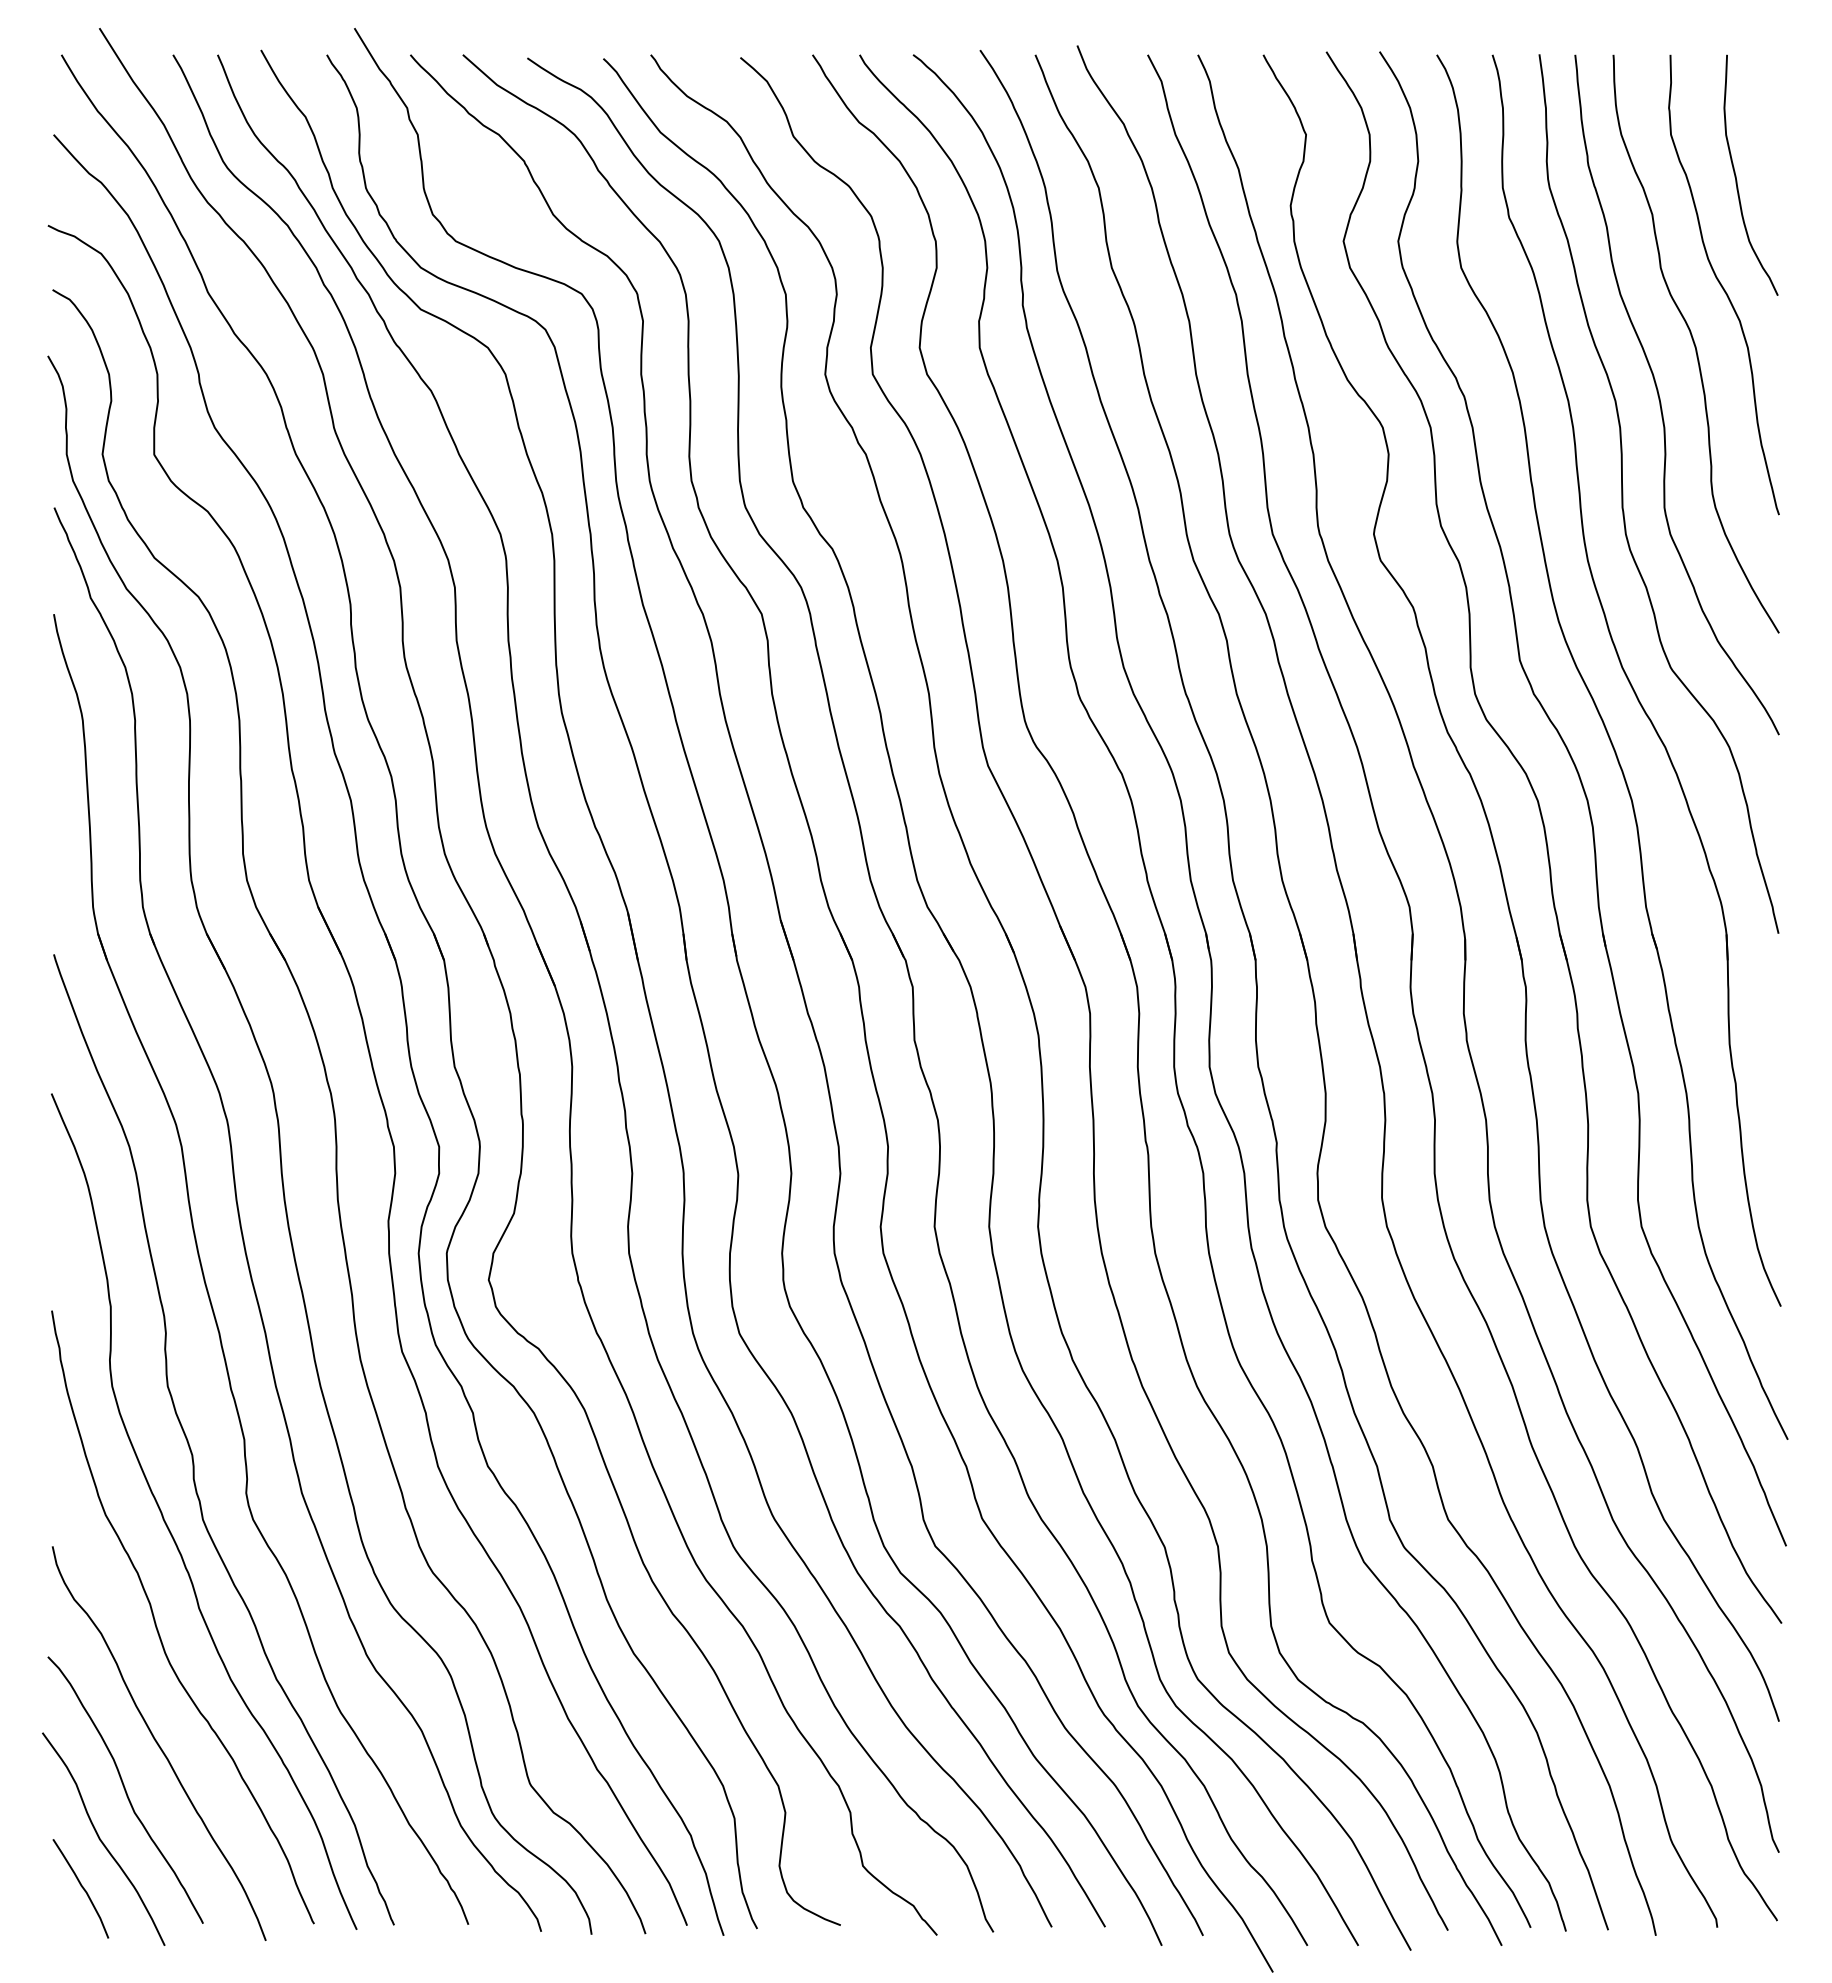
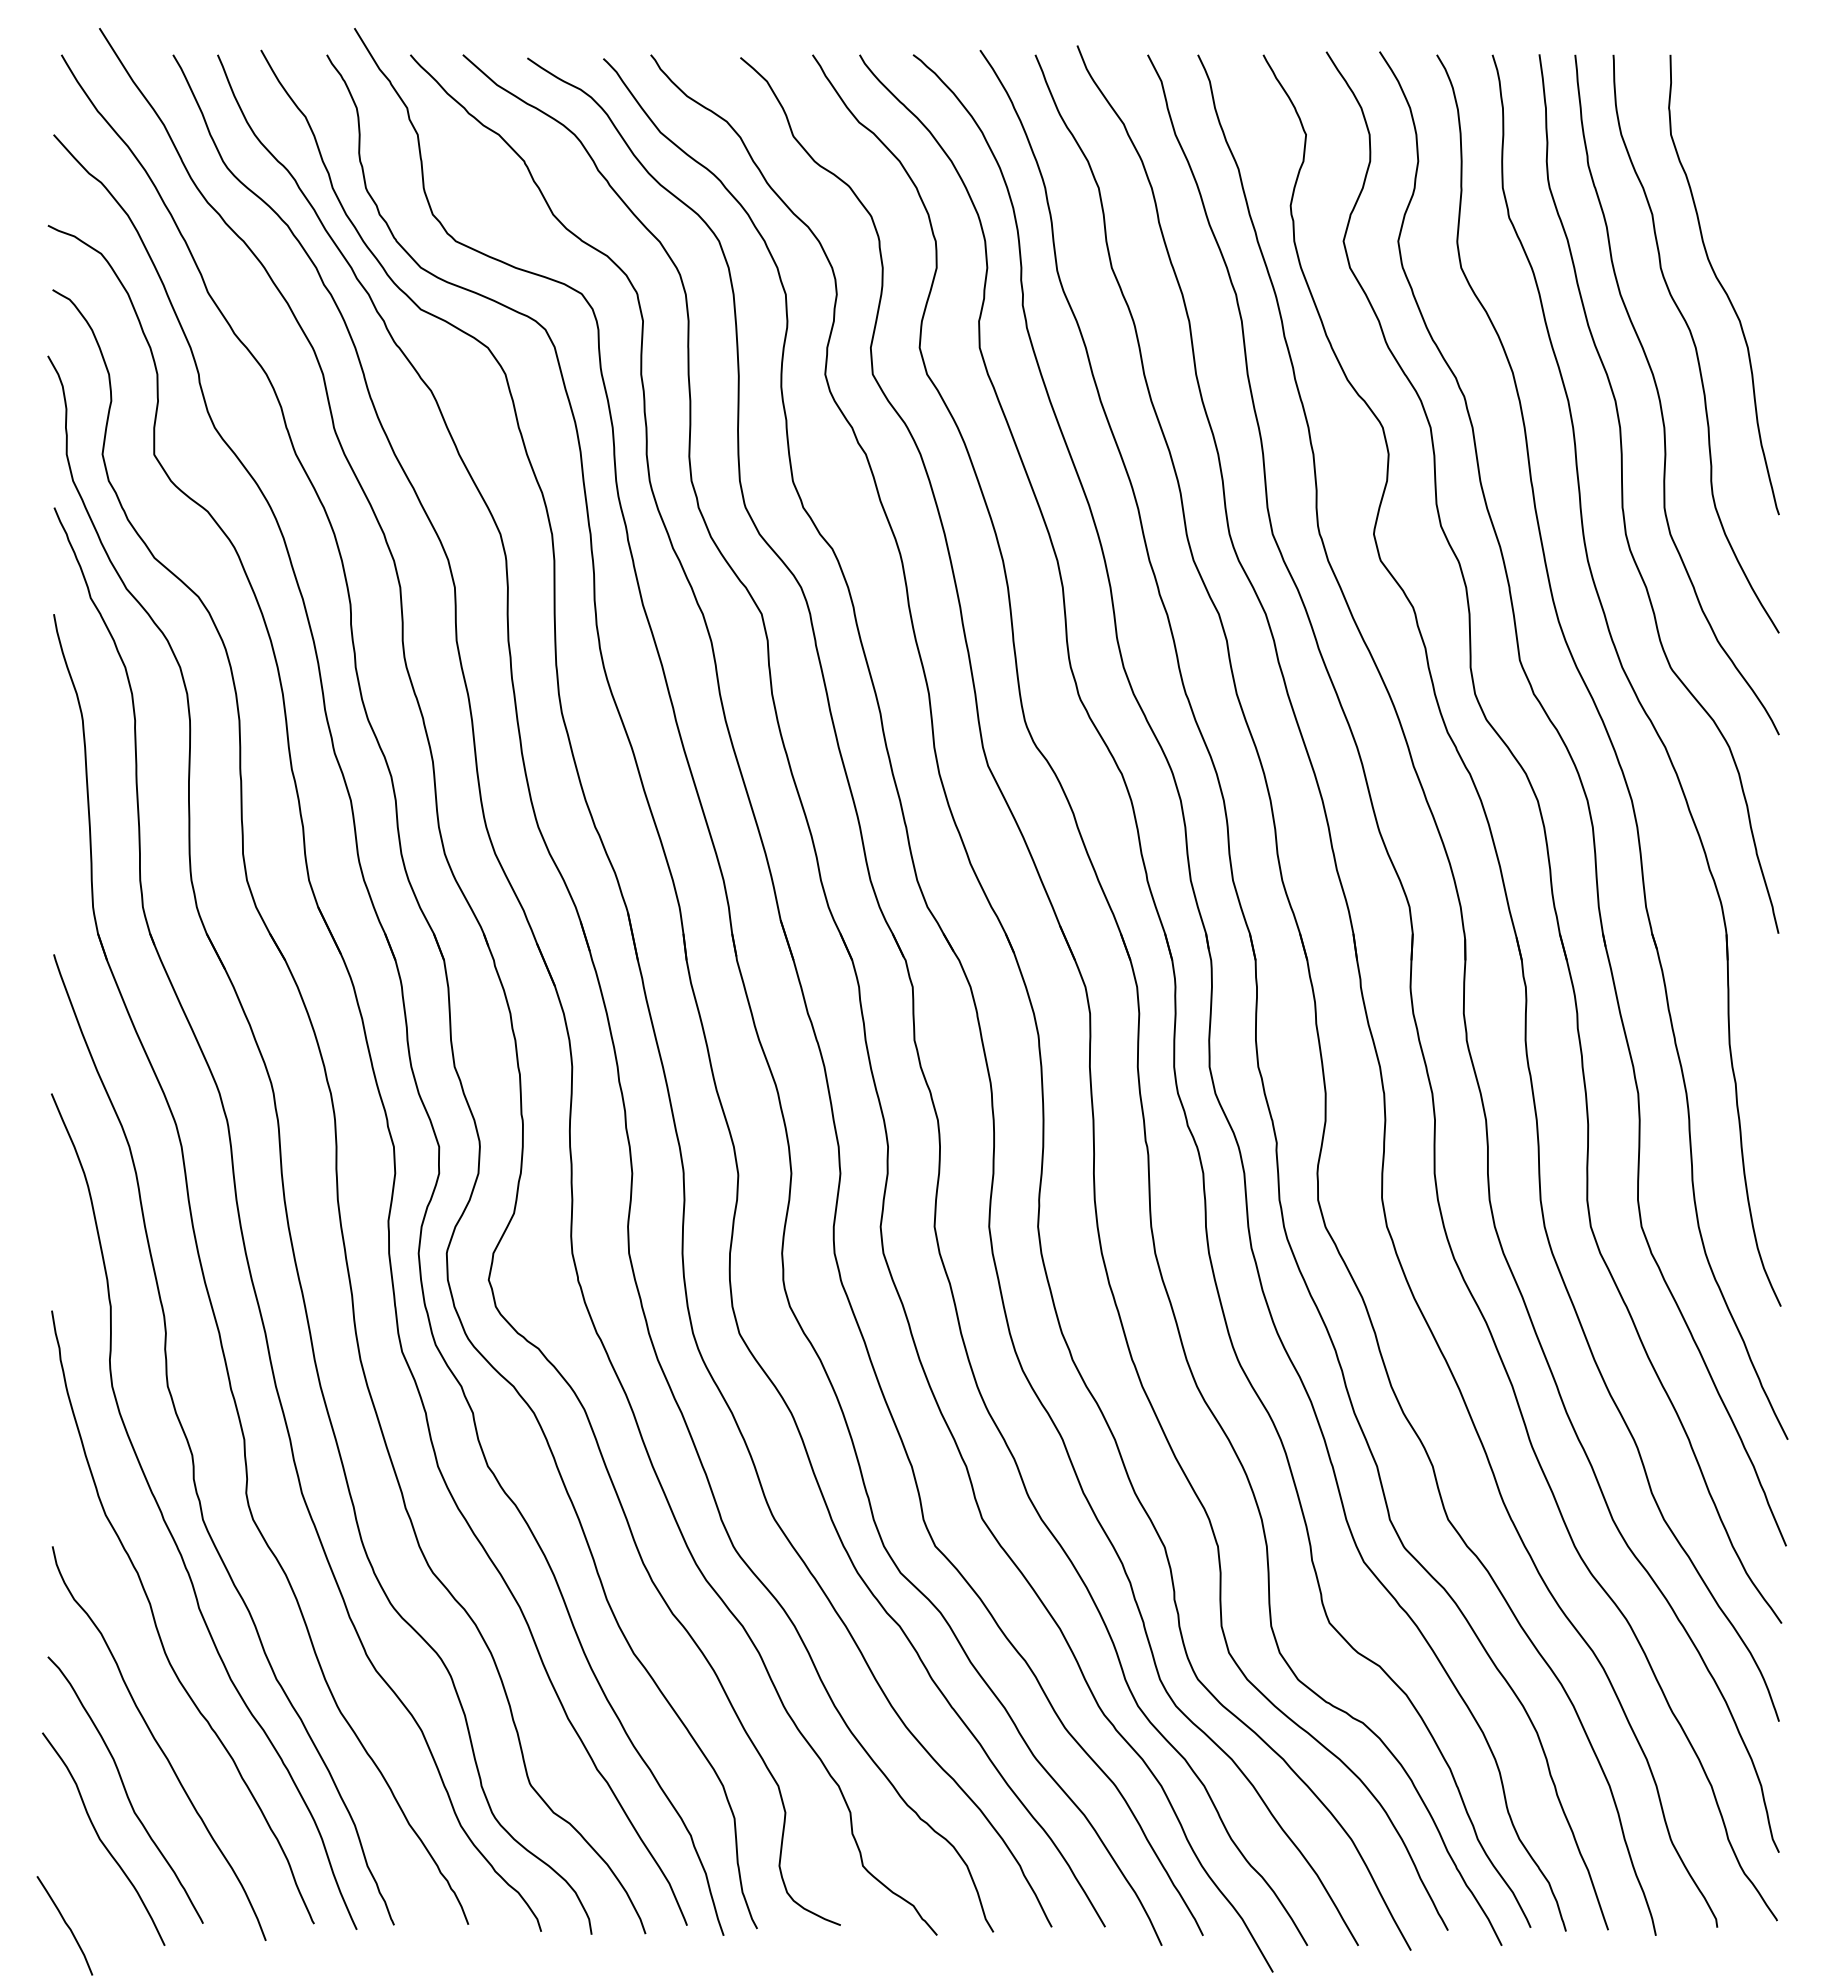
curve at (1736, 175): present -> none
curve at (81, 1887) position: (81, 1887) -> (65, 1924)
